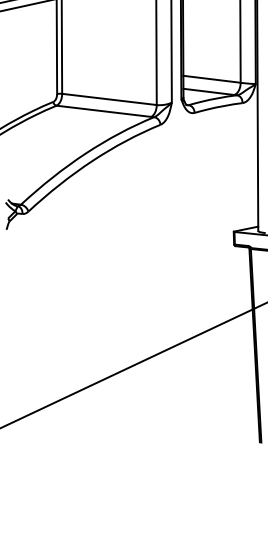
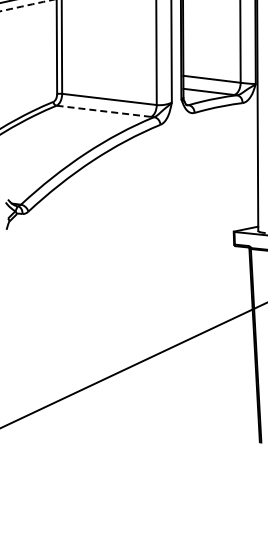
arc at (25, 5): solid -> dashed
line at (103, 111): solid -> dashed
